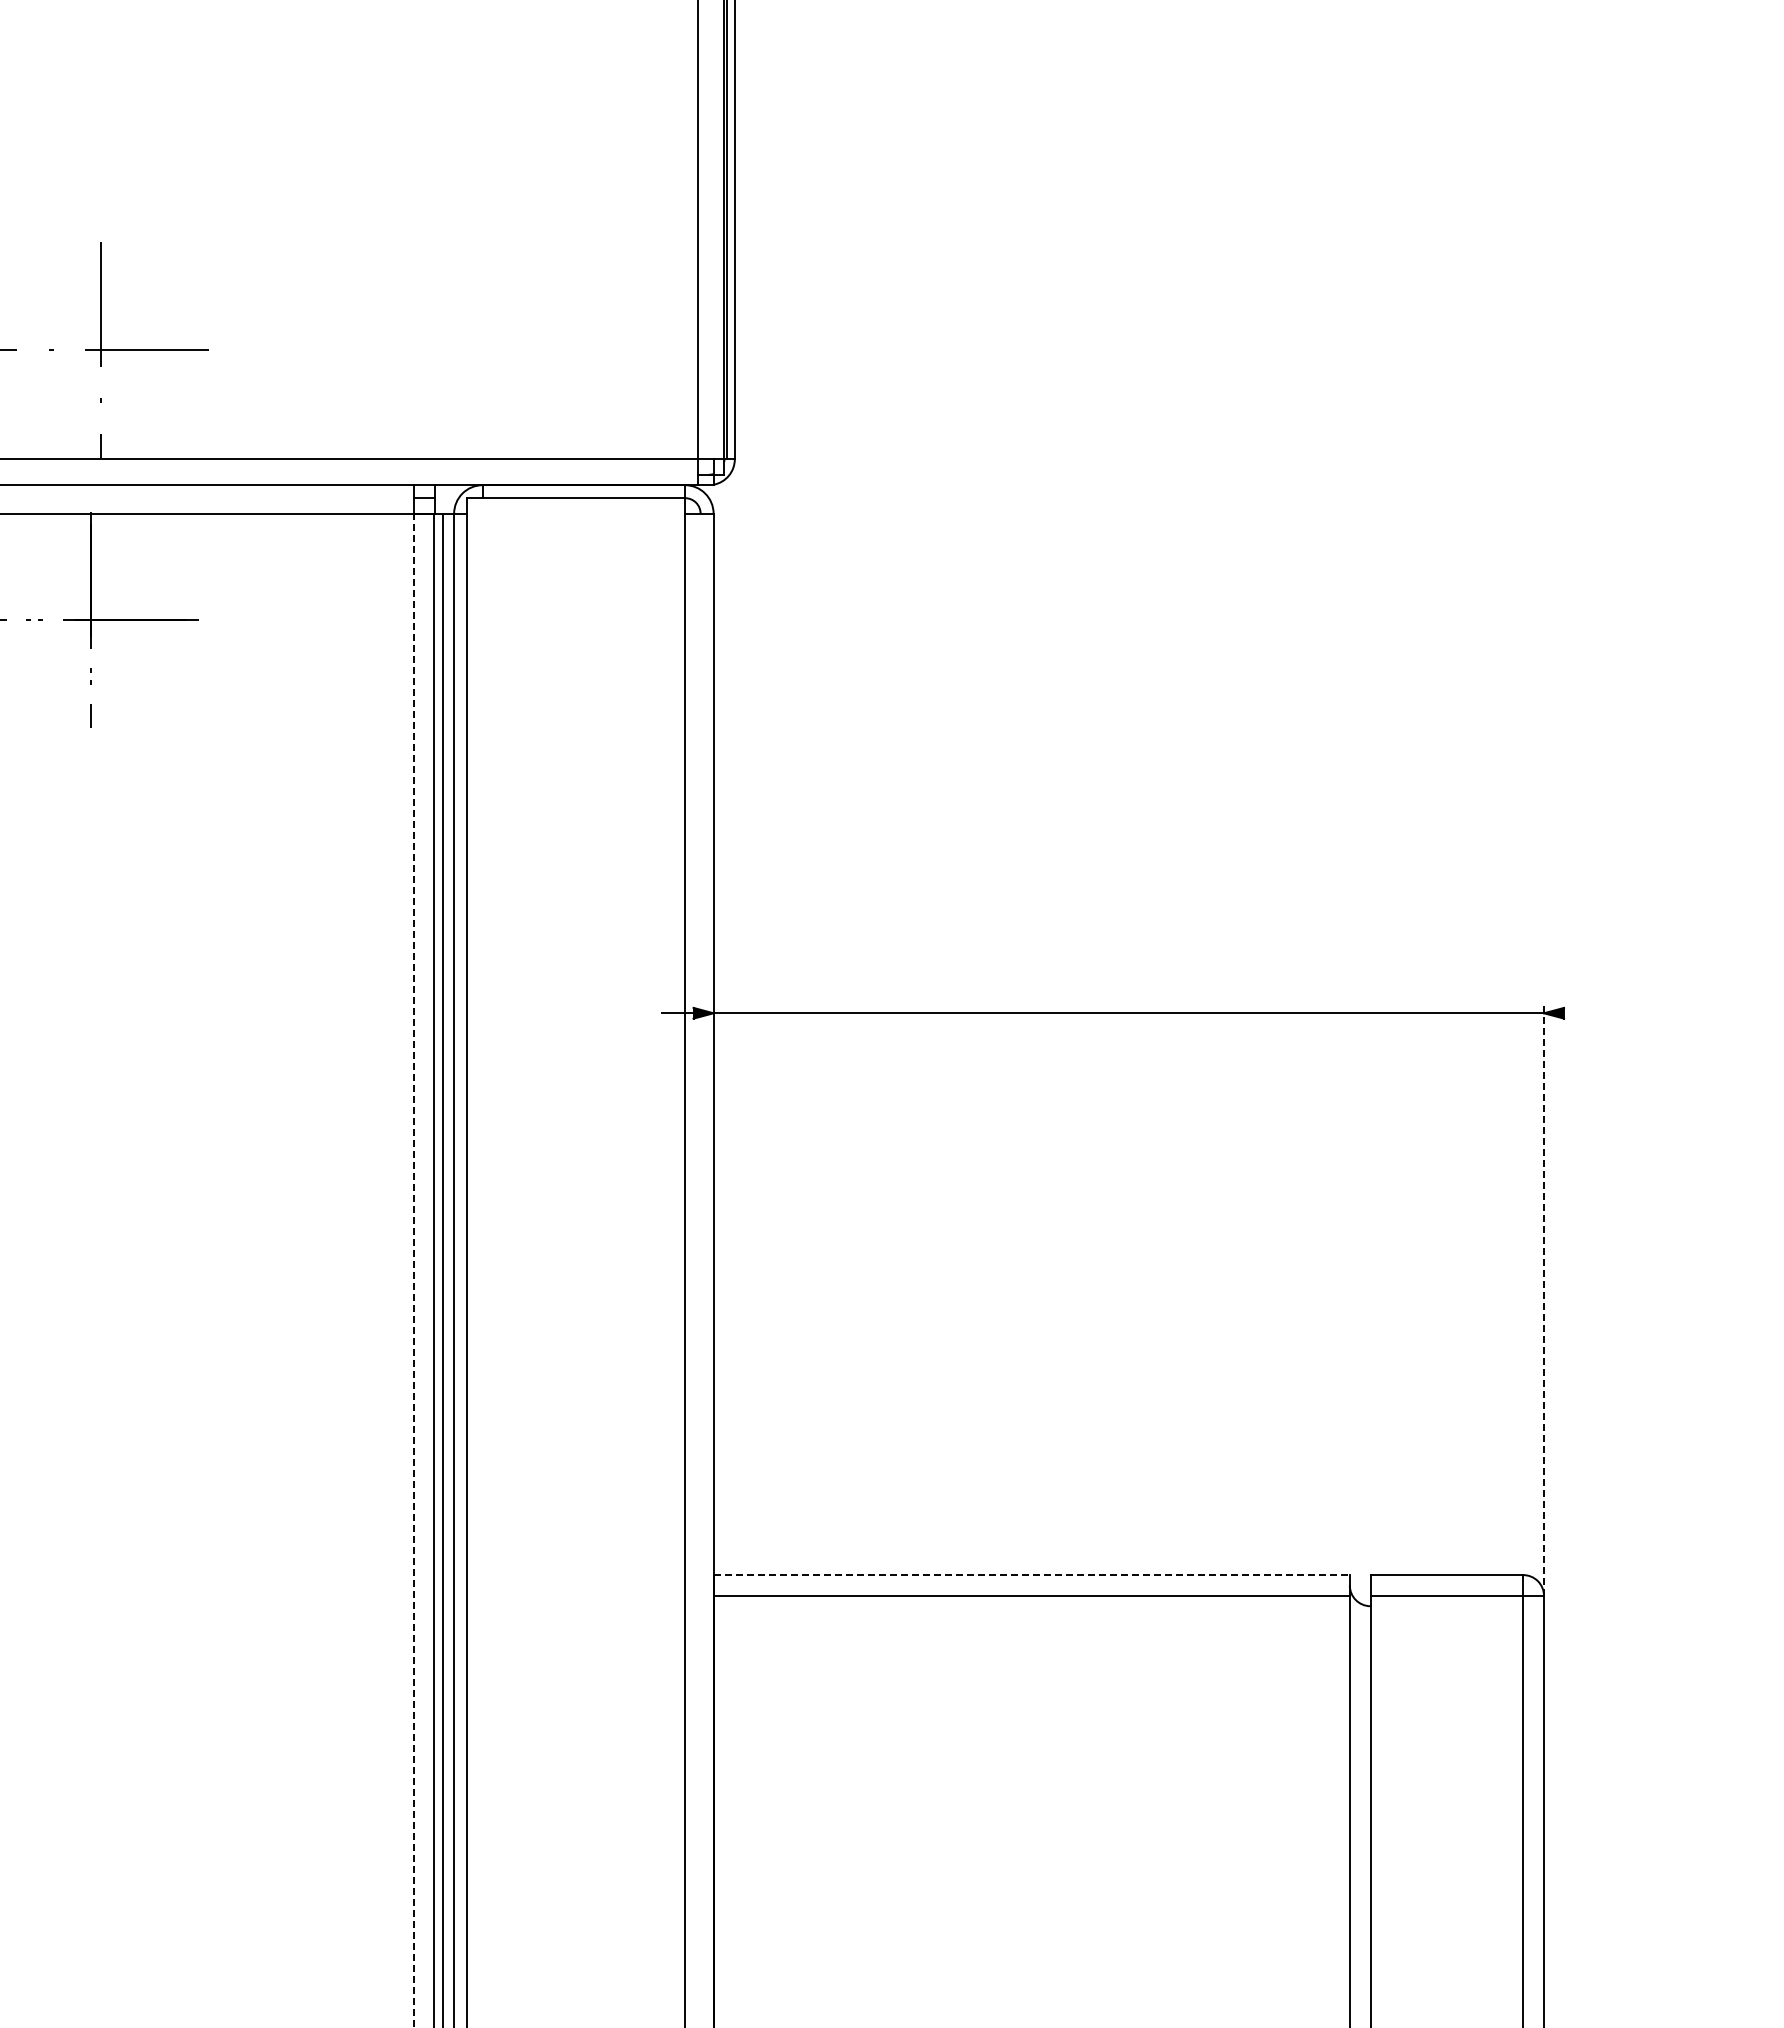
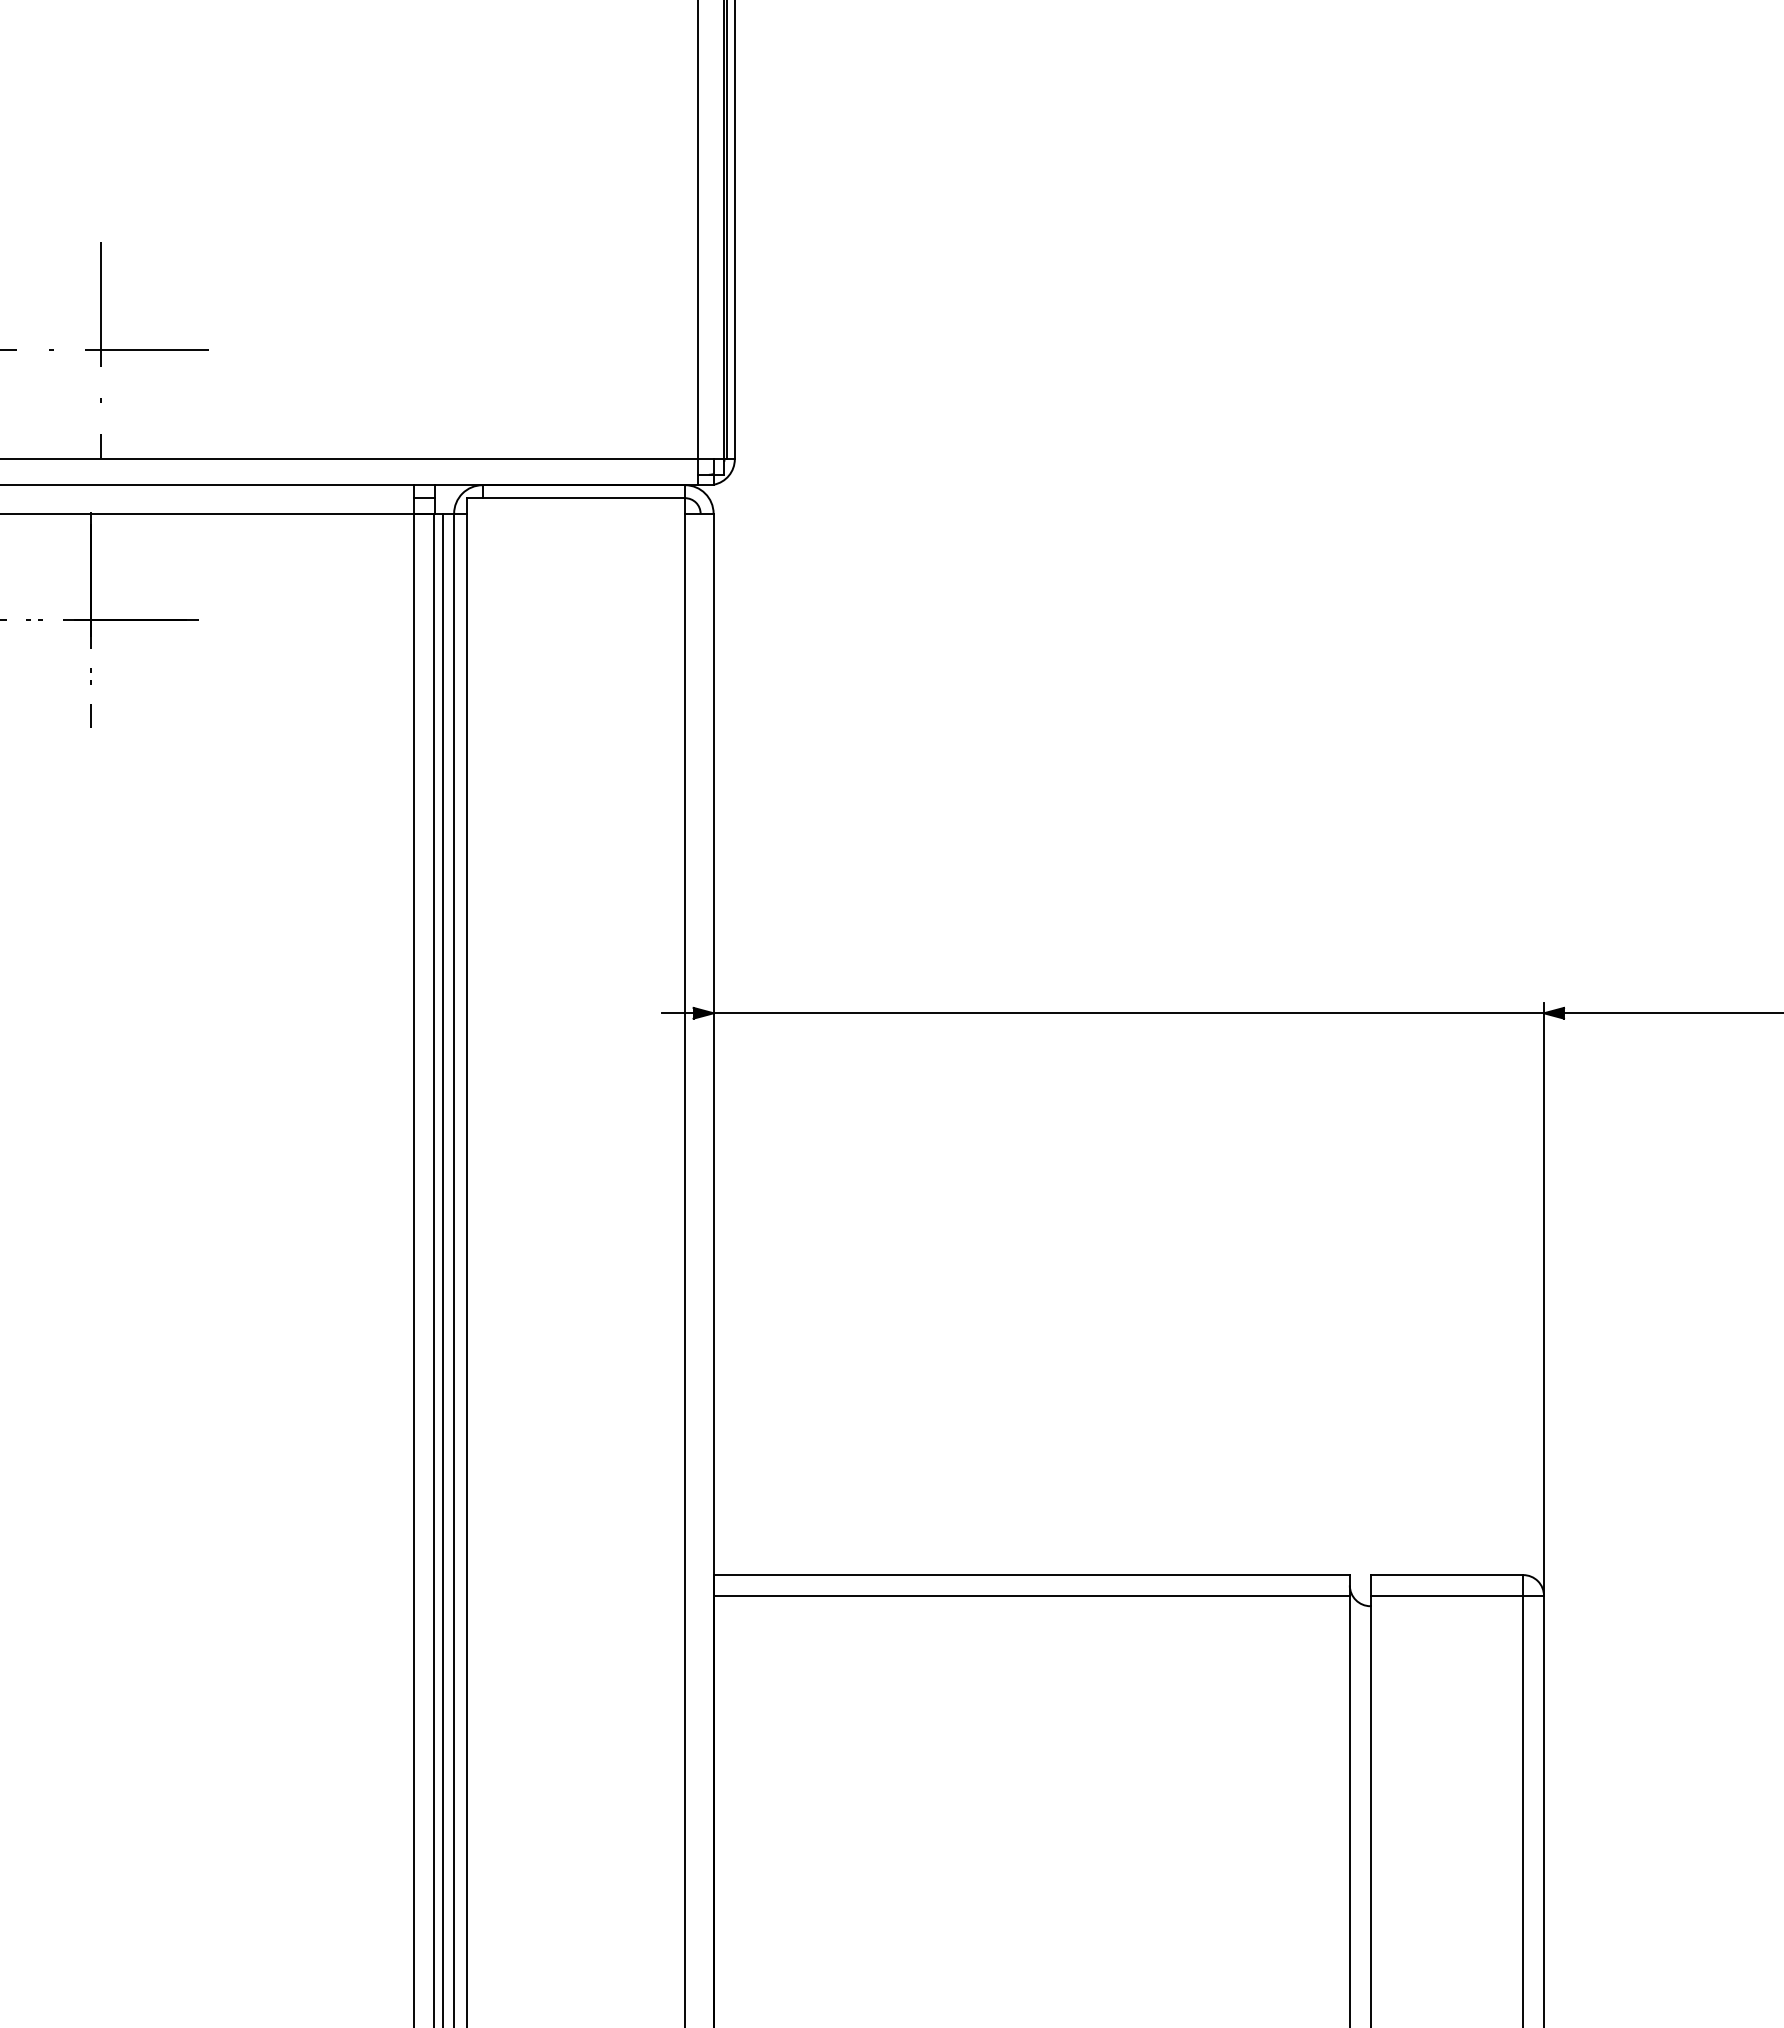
line at (1672, 1013): none -> present
line at (414, 1270): dashed -> solid
line at (1544, 1298): dashed -> solid
line at (1032, 1575): dashed -> solid
